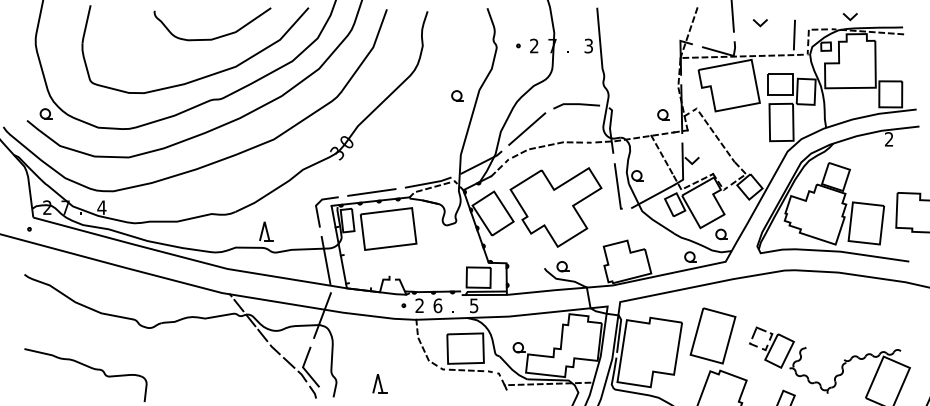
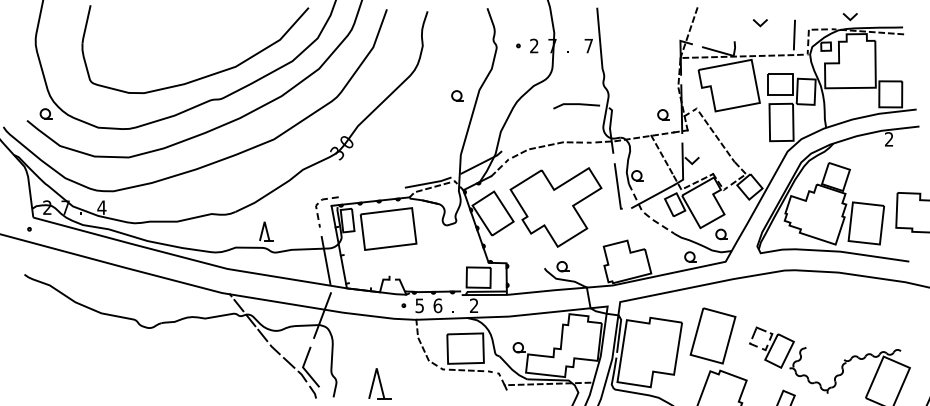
line at (732, 16): present -> none
curve at (217, 36): present -> none
text at (588, 45): 3 -> 7
line at (527, 128): present -> none
line at (371, 192): present -> none
line at (316, 205): solid -> dashed
line at (645, 214): solid -> dashed
text at (419, 305): 2 -> 5
text at (474, 305): 5 -> 2
part at (89, 368): present -> none
part at (379, 383) size: 16x20 px -> 24x32 px
